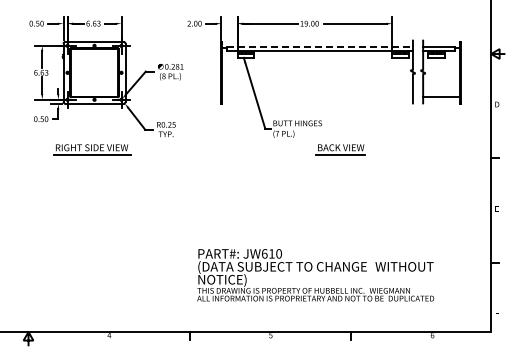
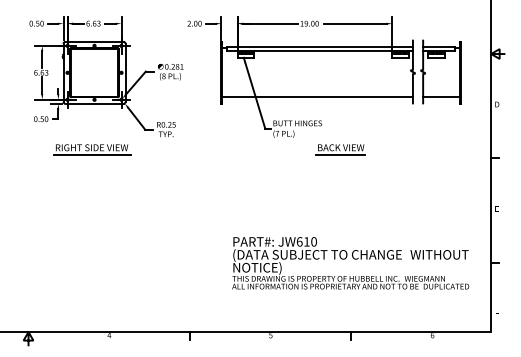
line at (320, 46): dashed -> solid
line at (317, 97): none -> present
text at (315, 275) position: (315, 275) -> (350, 263)
